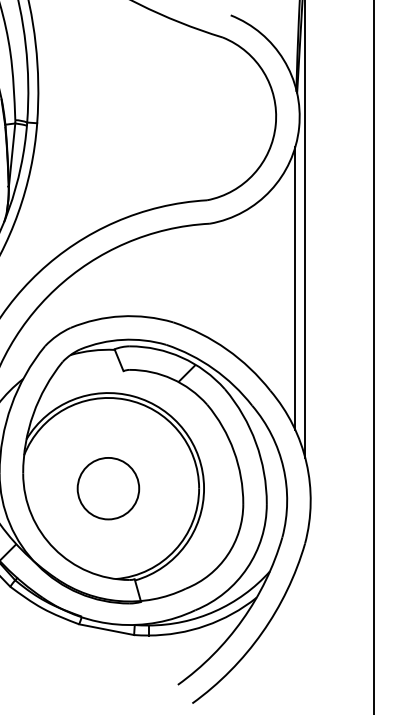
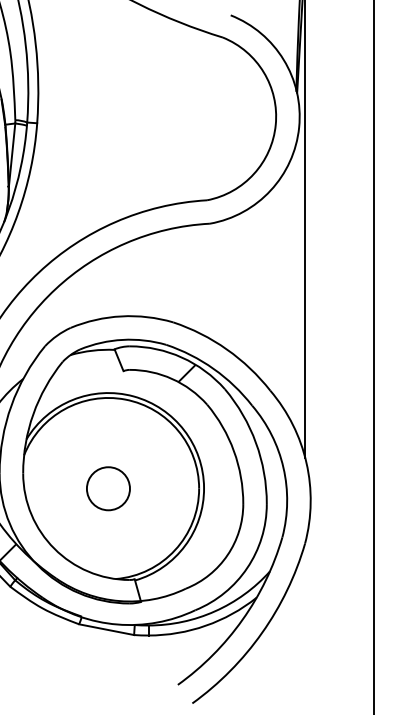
line at (295, 288): present -> none
circle at (108, 488) size: 65x64 px -> 45x46 px
